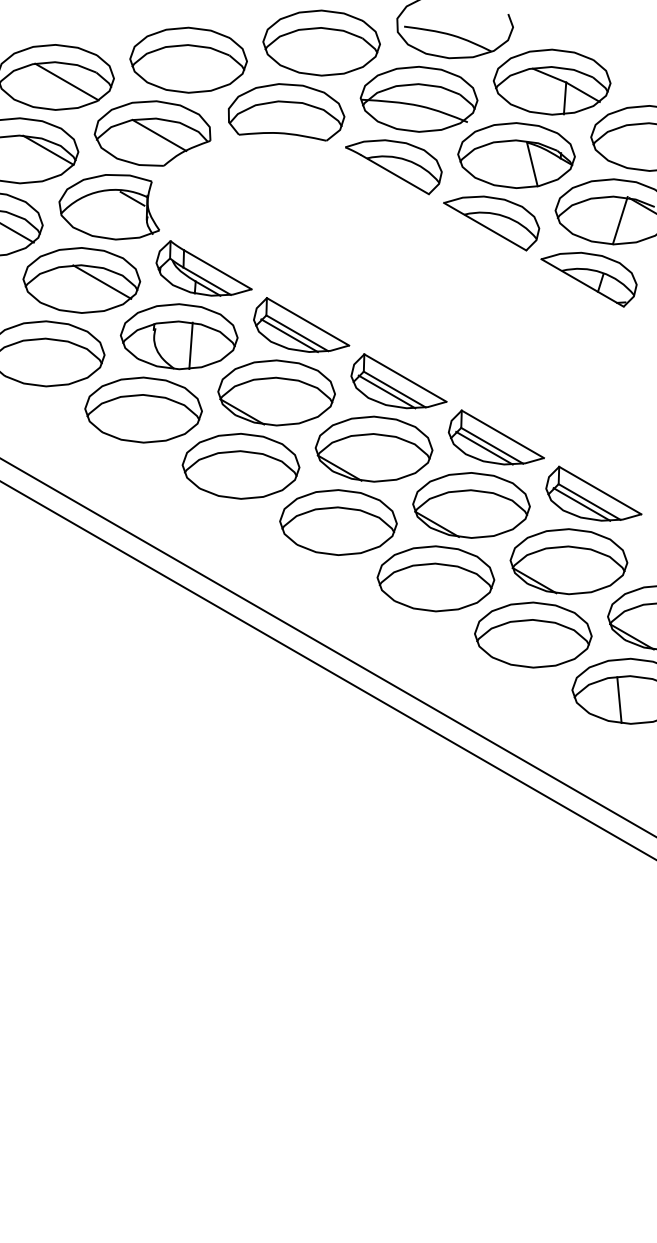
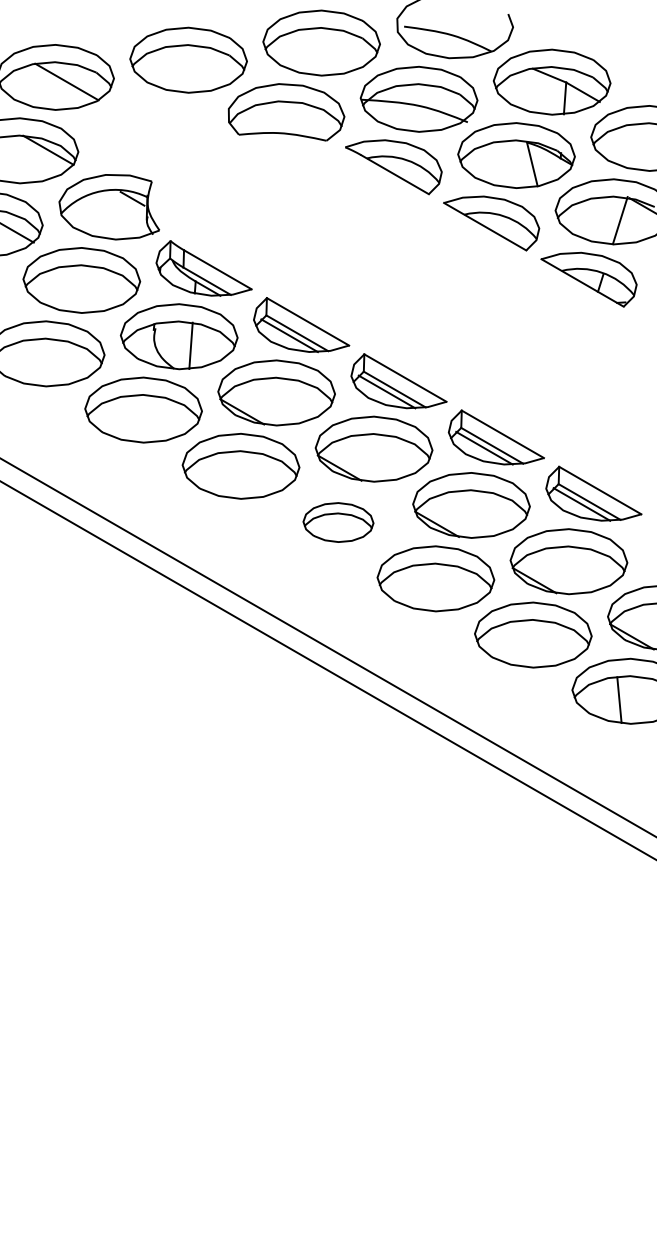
part at (152, 133): present -> none
line at (102, 281): present -> none
part at (338, 522) size: 119x67 px -> 73x41 px
